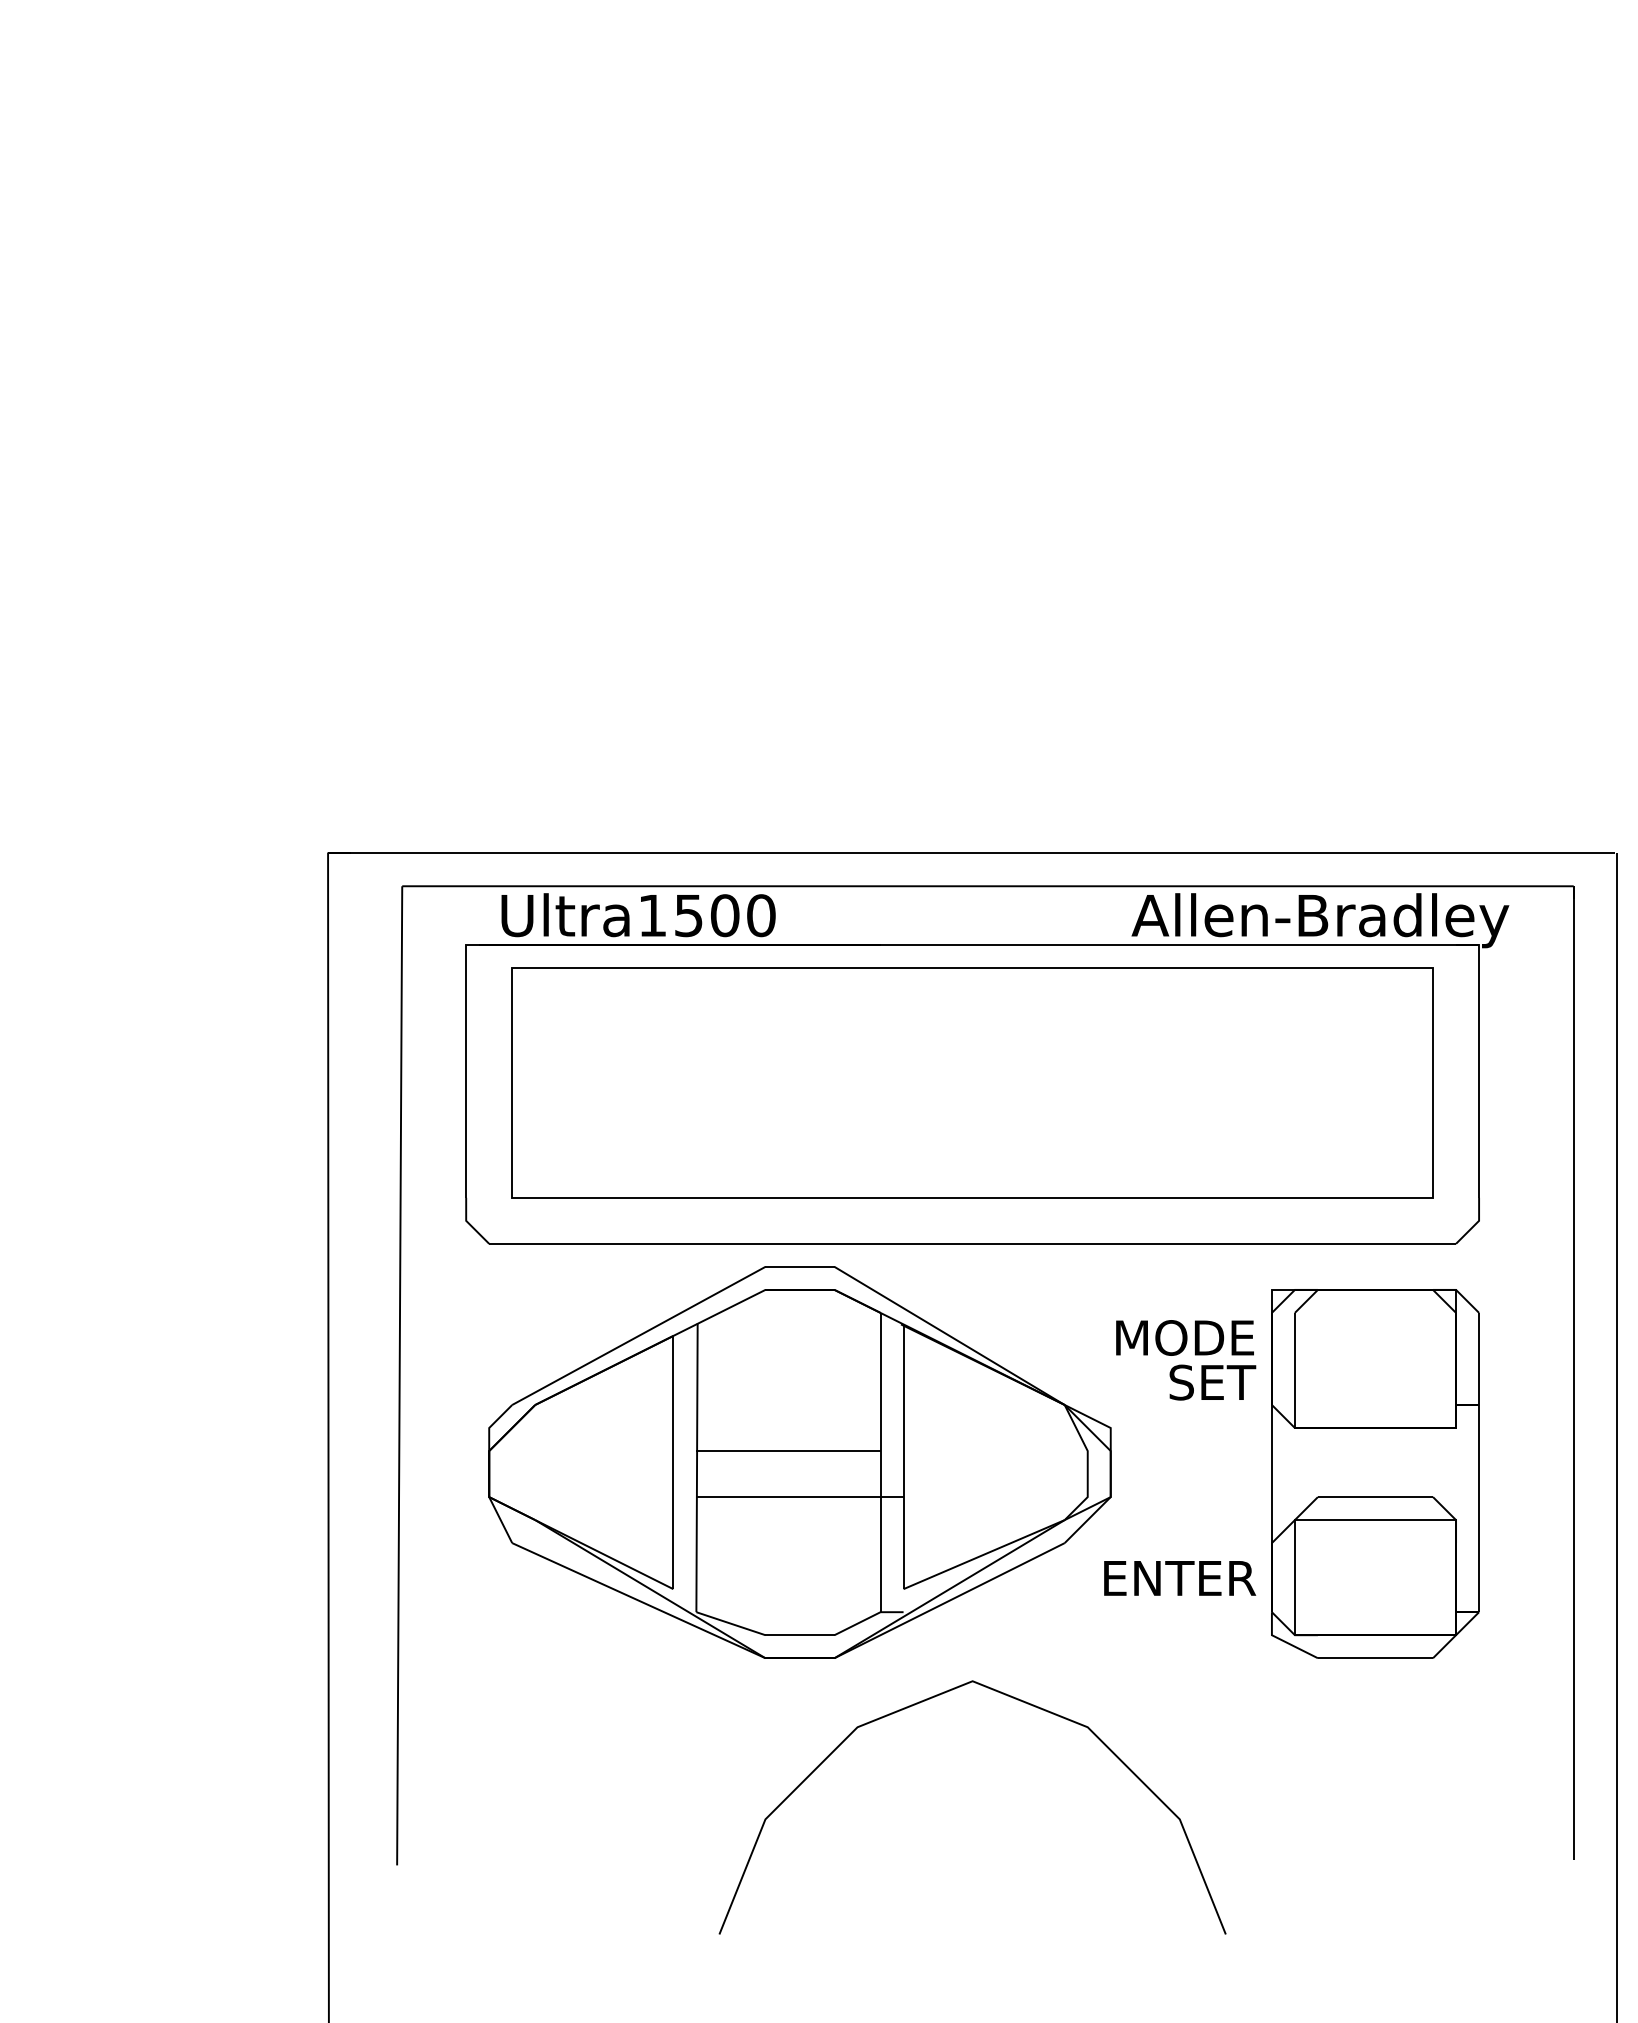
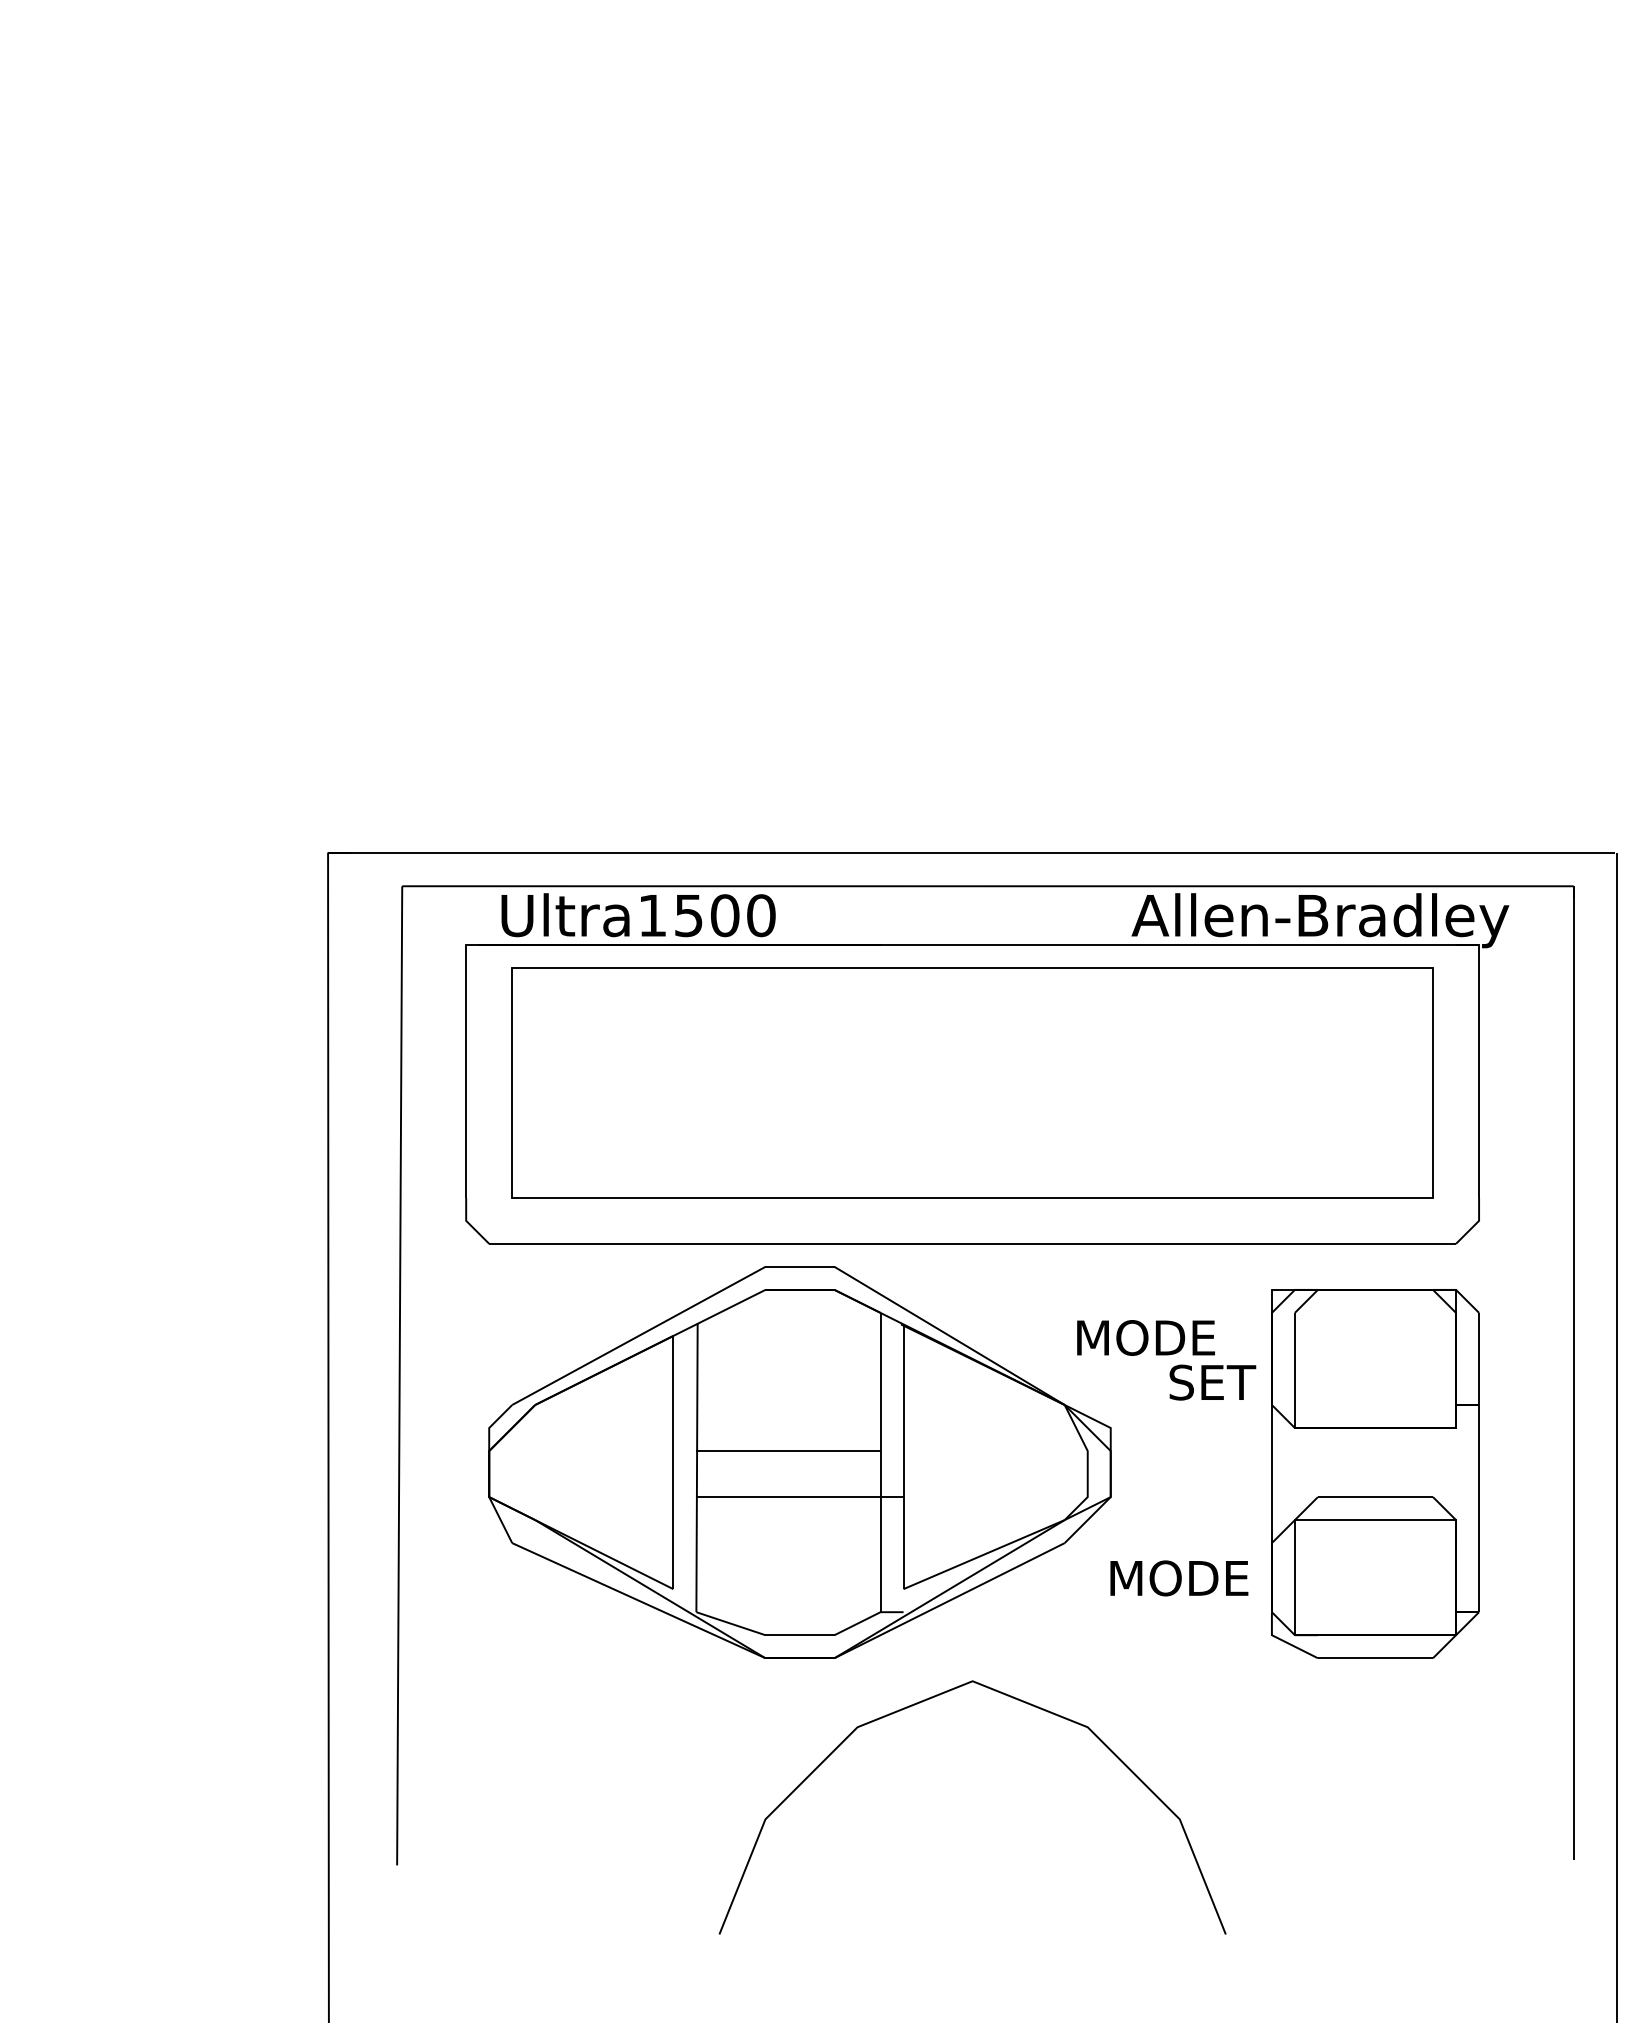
text at (1184, 1337) position: (1184, 1337) -> (1145, 1337)
text at (1180, 1578): ENTER -> MODE
